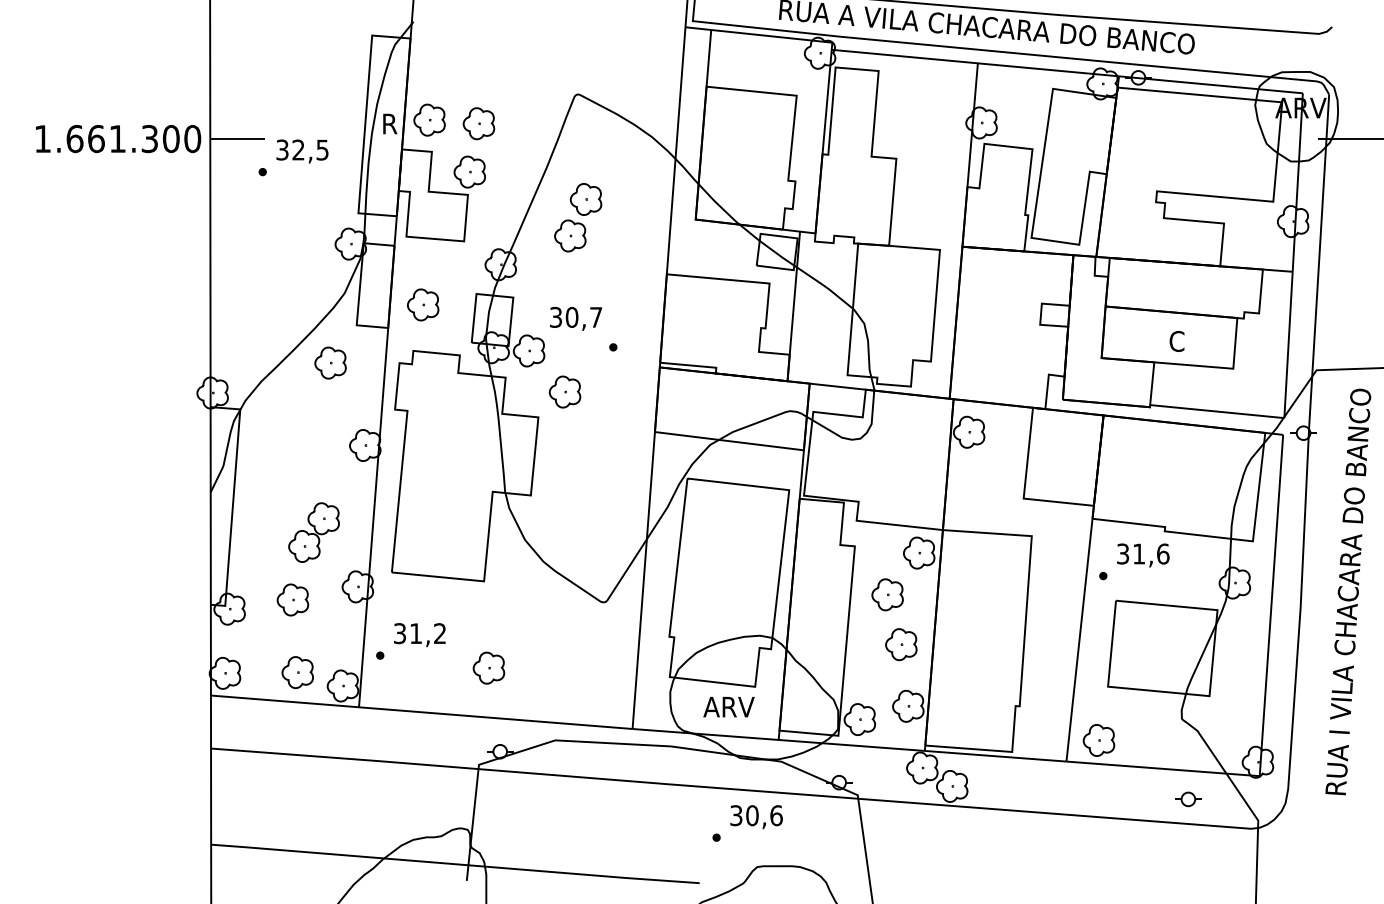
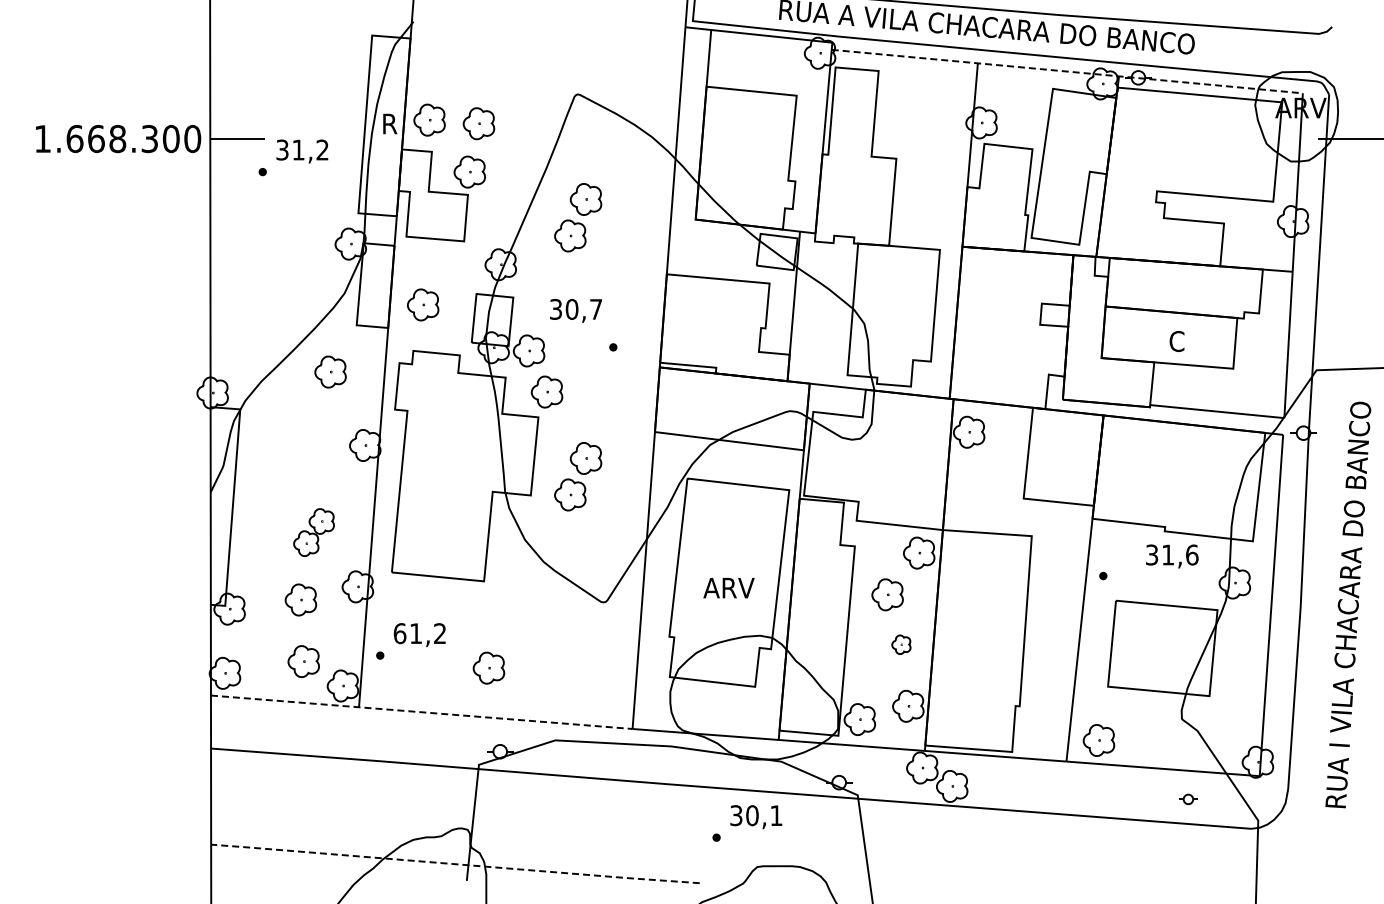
line at (1067, 71): solid -> dashed
text at (117, 139): 1.661.300 -> 1.668.300
text at (310, 149): 32,5 -> 31,2
text at (575, 318) position: (575, 318) -> (575, 310)
part at (330, 362) position: (330, 362) -> (330, 371)
part at (564, 391) position: (564, 391) -> (546, 391)
part at (578, 476): none -> present
part at (313, 532) size: 52x61 px -> 42x49 px
text at (1143, 555) position: (1143, 555) -> (1172, 556)
text at (1348, 591) position: (1348, 591) -> (1348, 604)
part at (292, 599) position: (292, 599) -> (300, 599)
text at (399, 633): 31,2 -> 61,2
part at (901, 644) size: 33x34 px -> 21x21 px
part at (297, 672) position: (297, 672) -> (303, 661)
text at (728, 707) position: (728, 707) -> (728, 588)
line at (421, 712): solid -> dashed
part at (1188, 799) size: 27x17 px -> 19x13 px
text at (776, 815): 30,6 -> 30,1
line at (455, 864): solid -> dashed
